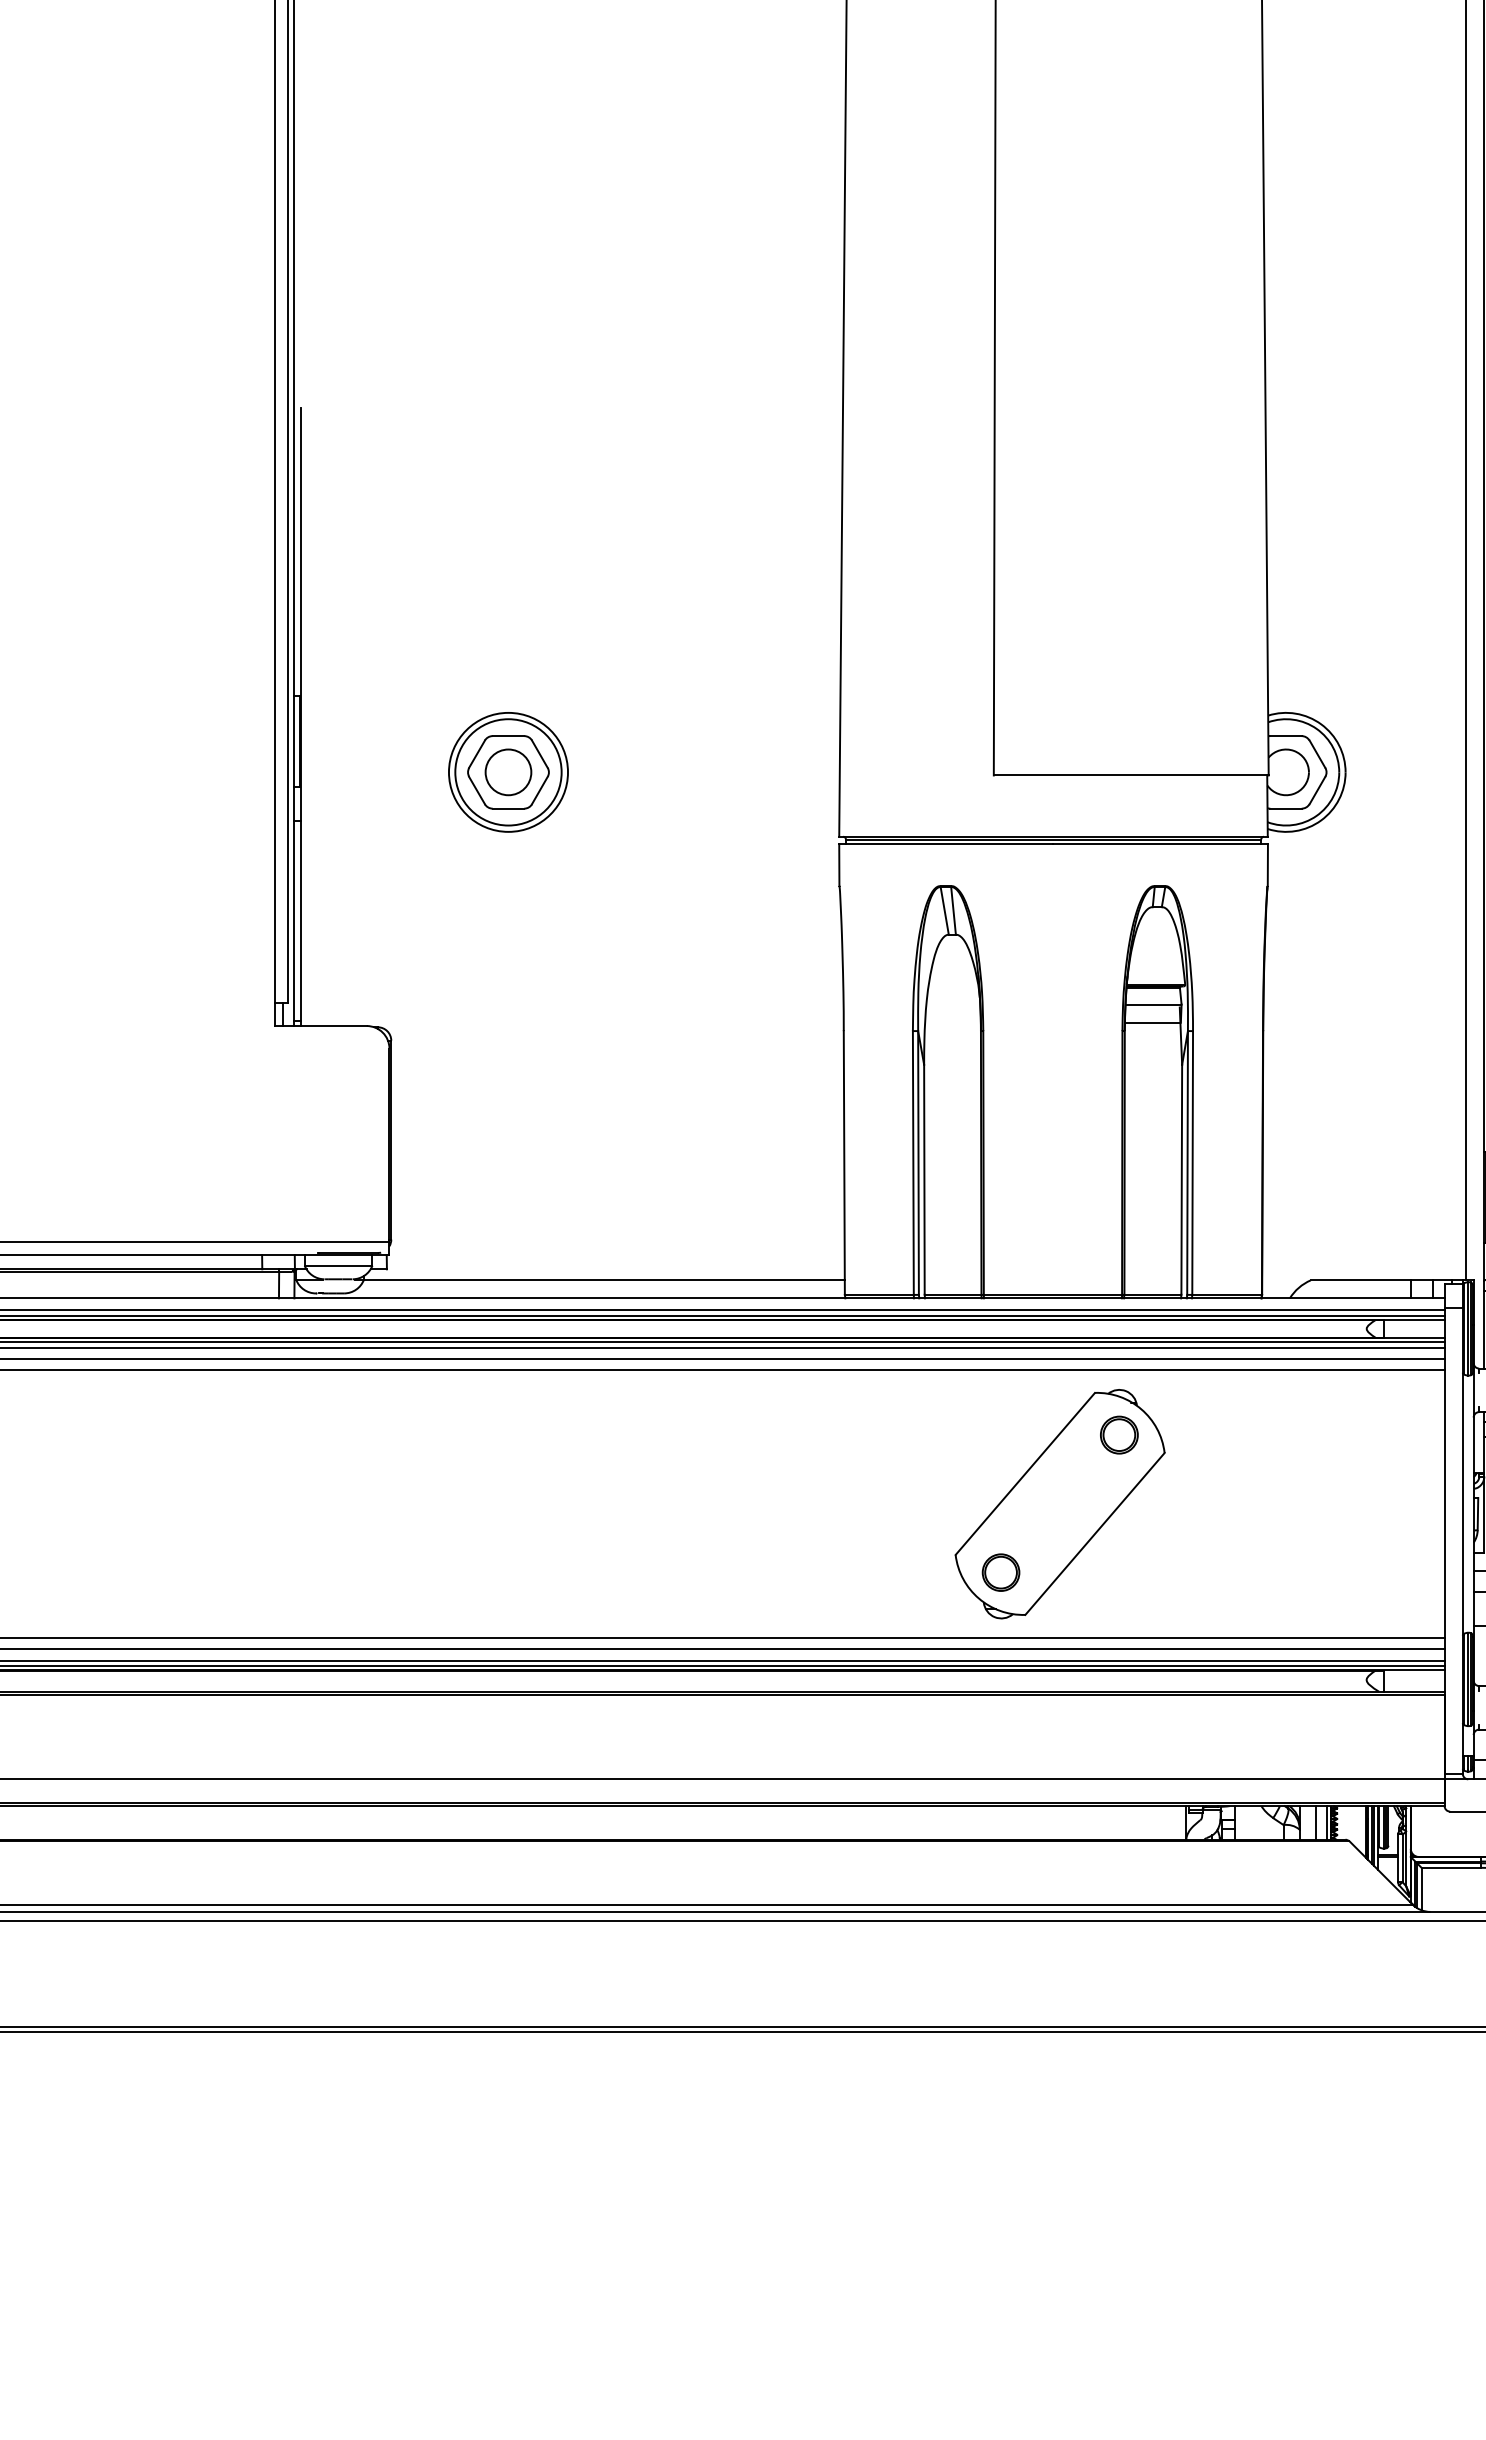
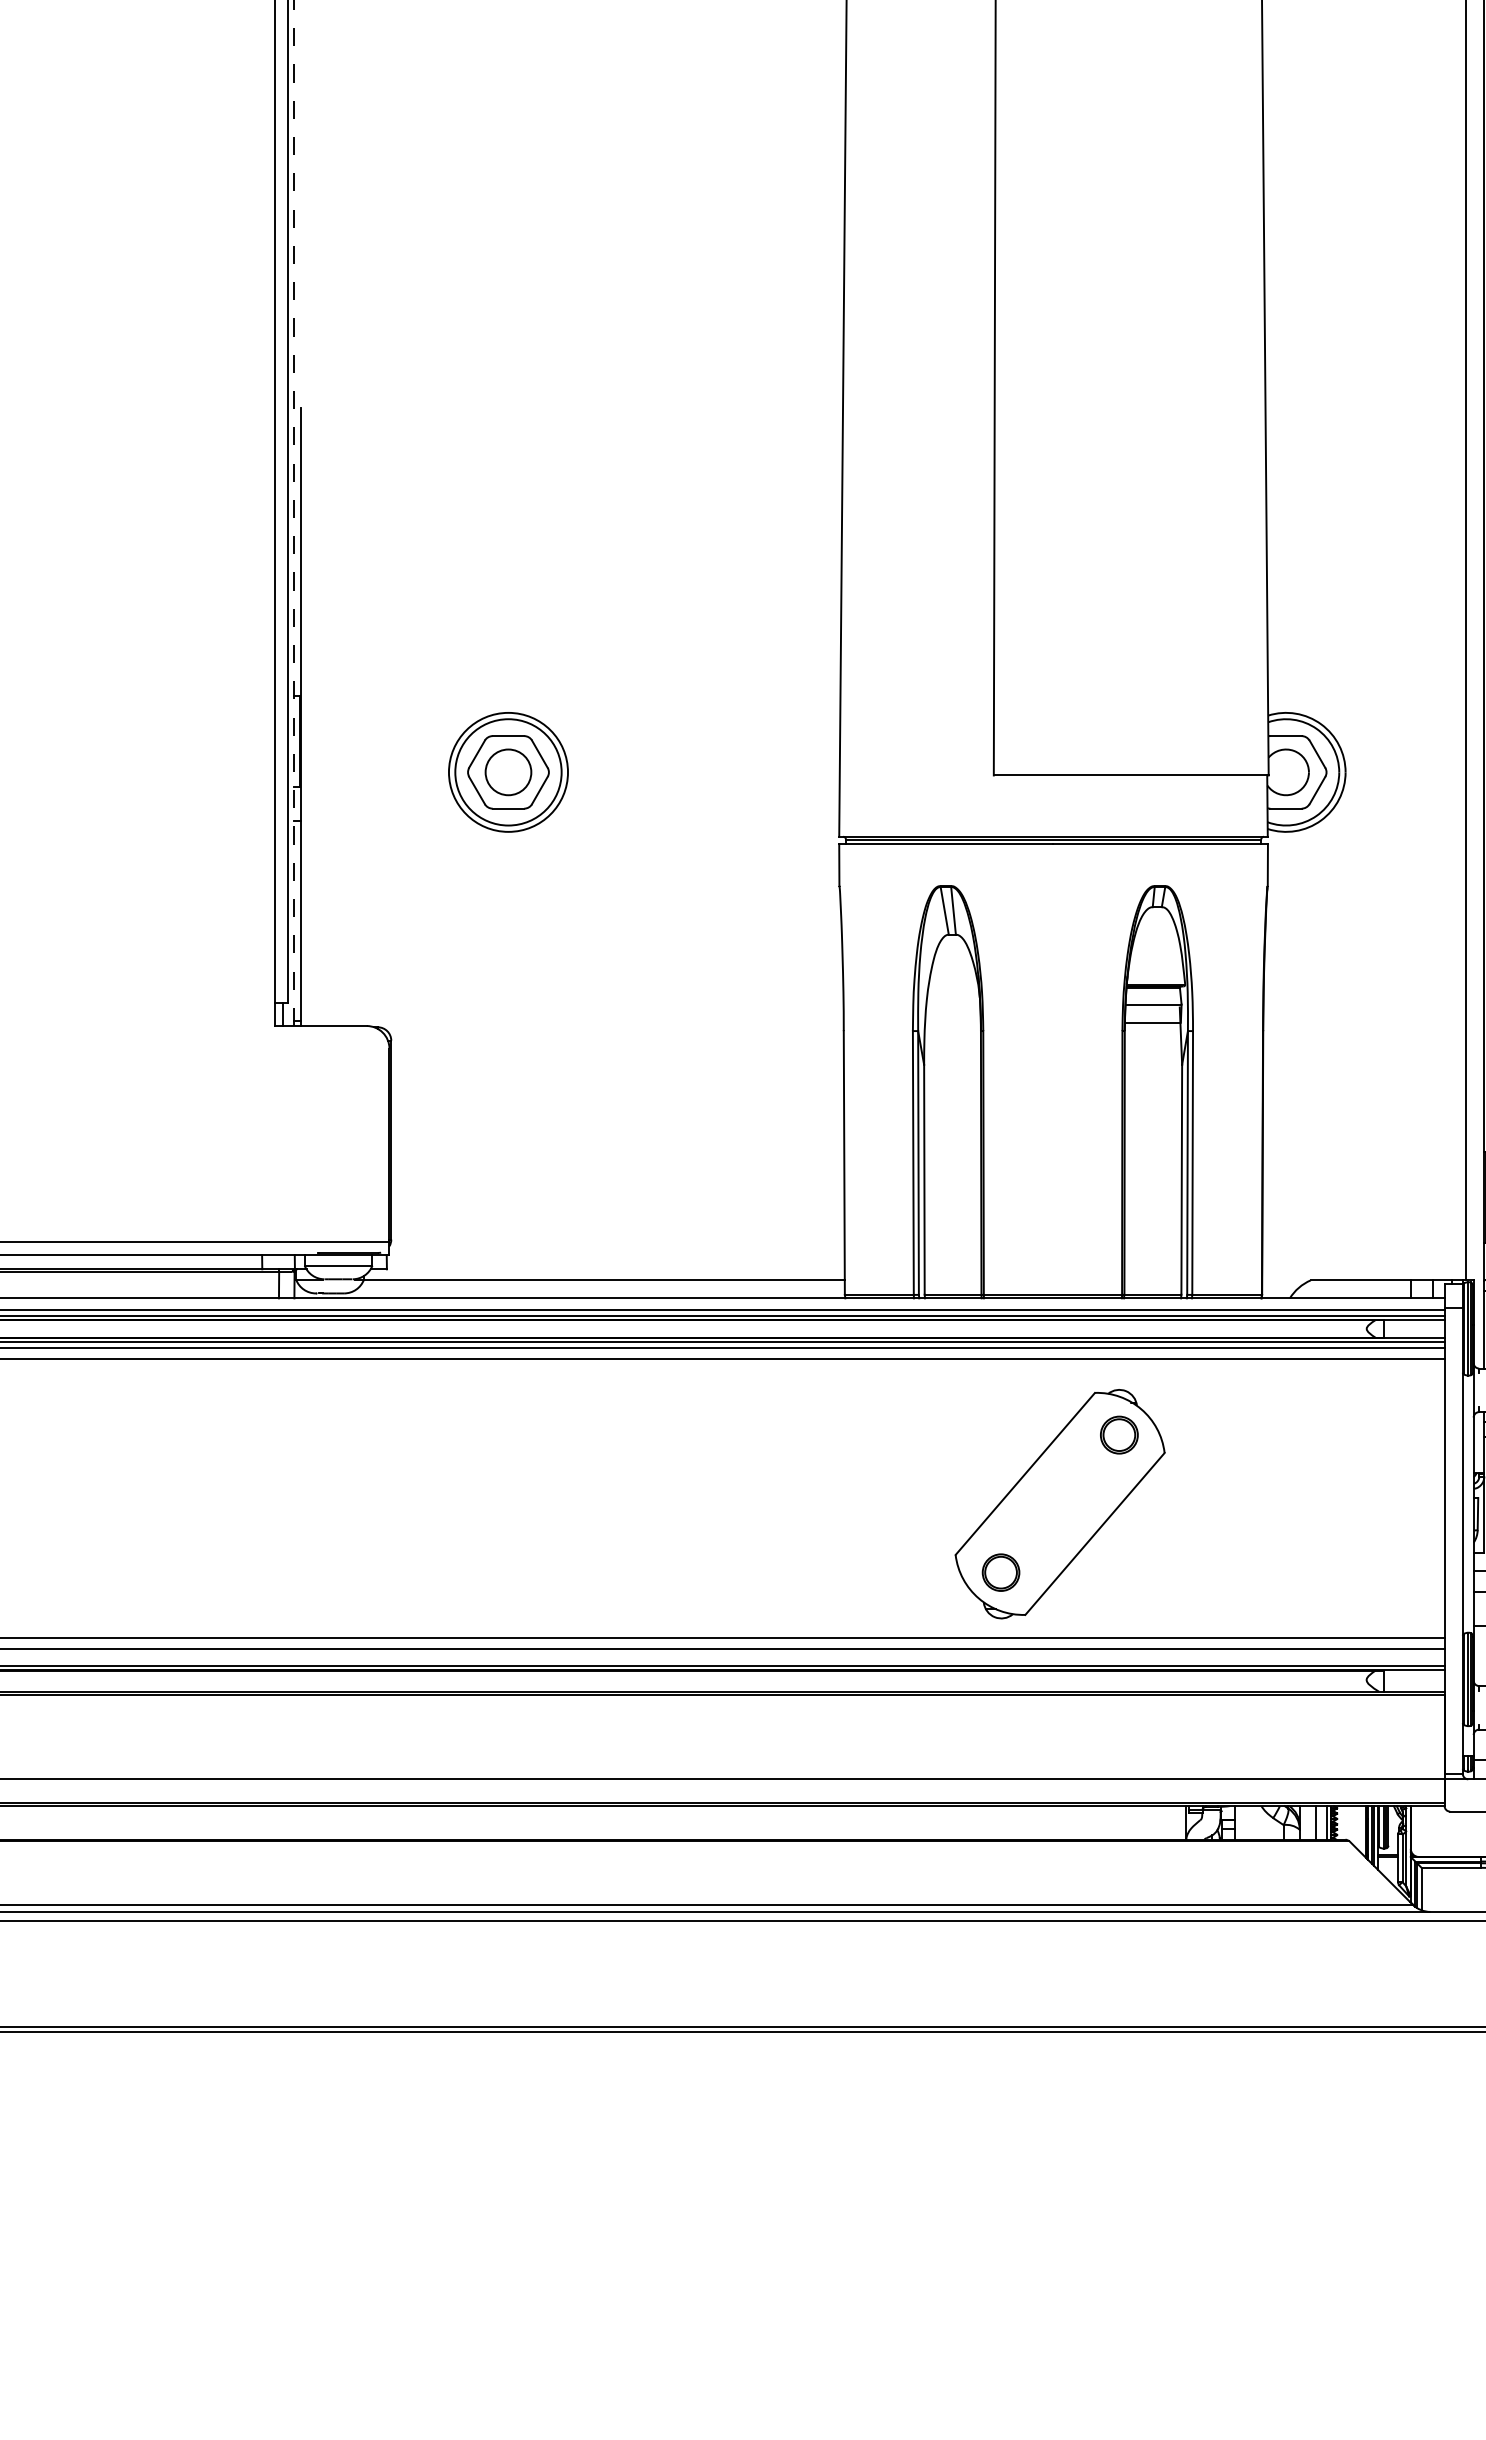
line at (293, 513): solid -> dashed
line at (723, 1370): present -> none
line at (723, 1660): present -> none
